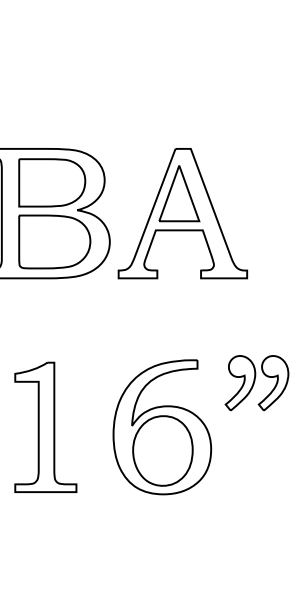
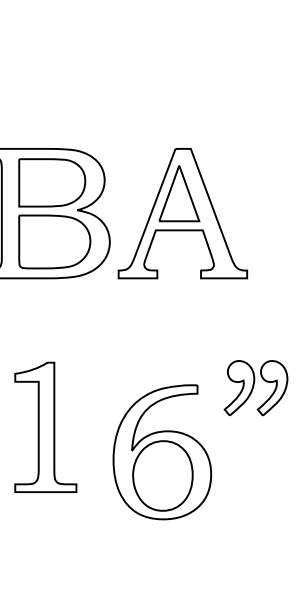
part at (256, 383) position: (256, 383) -> (255, 388)
part at (162, 427) position: (162, 427) -> (162, 452)
